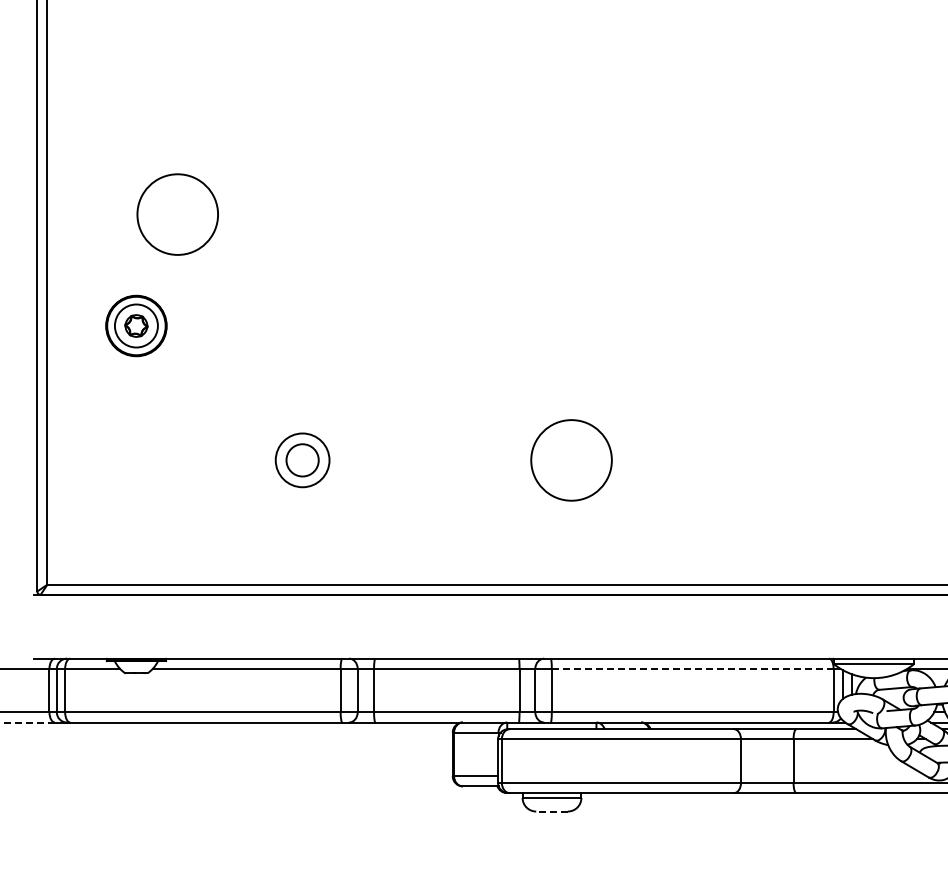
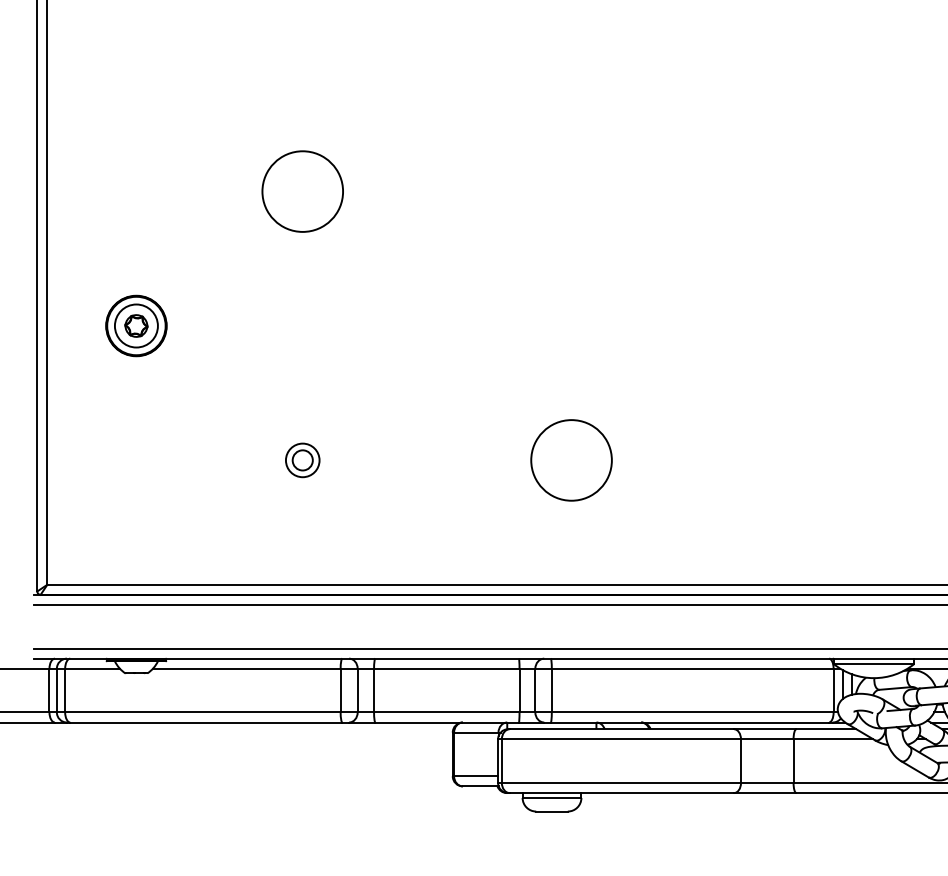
circle at (177, 214) position: (177, 214) -> (302, 191)
part at (302, 460) size: 57x57 px -> 36x37 px
line at (488, 604): none -> present
line at (488, 648): none -> present
line at (692, 668): dashed -> solid
line at (27, 722): dashed -> solid
line at (552, 811): dashed -> solid
